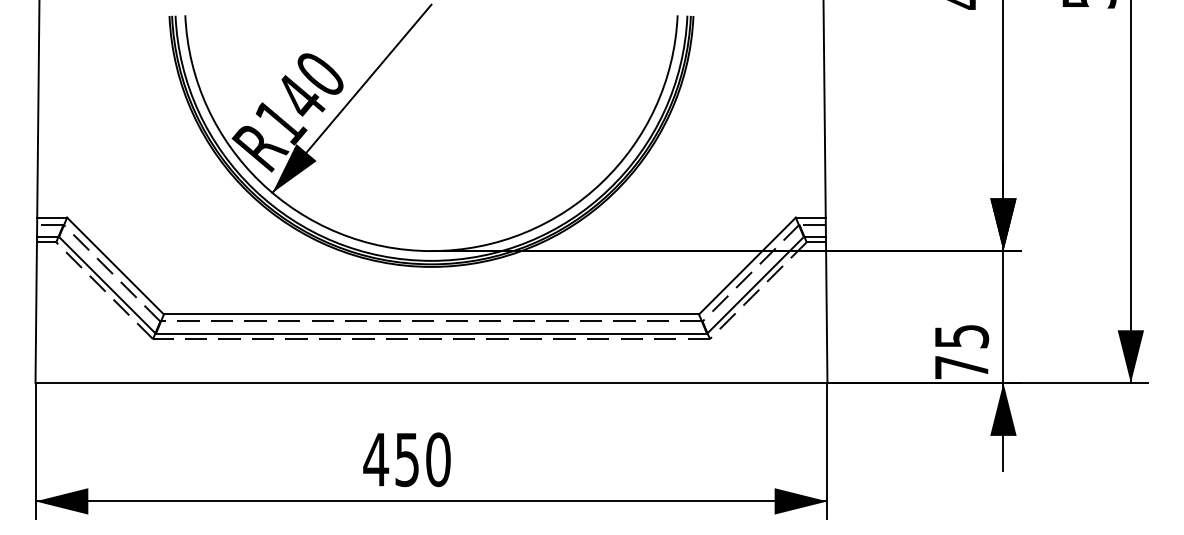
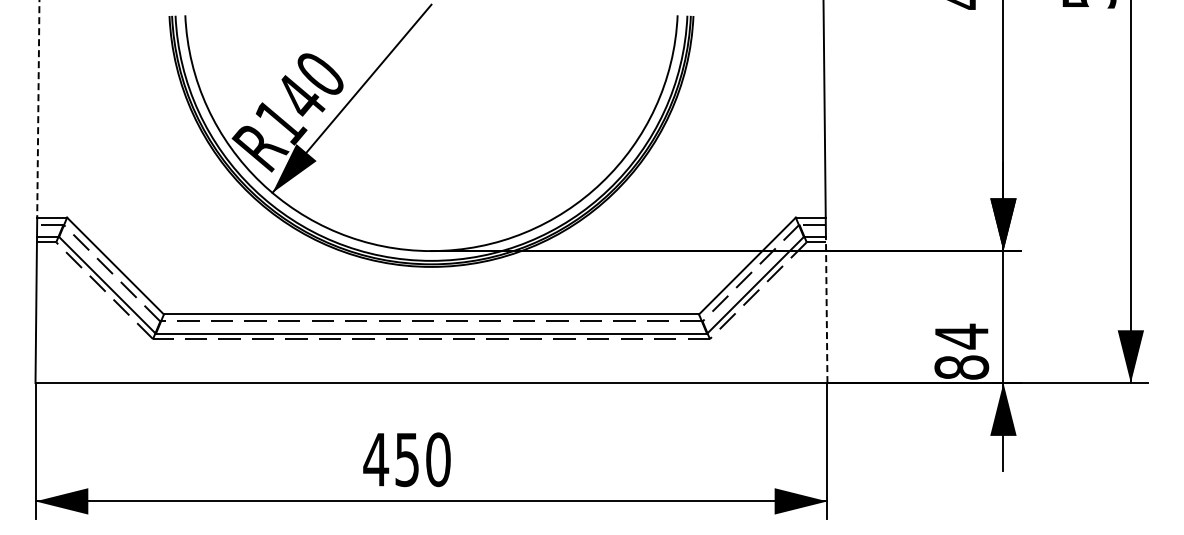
line at (38, 109): solid -> dashed
line at (826, 309): solid -> dashed
text at (961, 351): 75 -> 84
